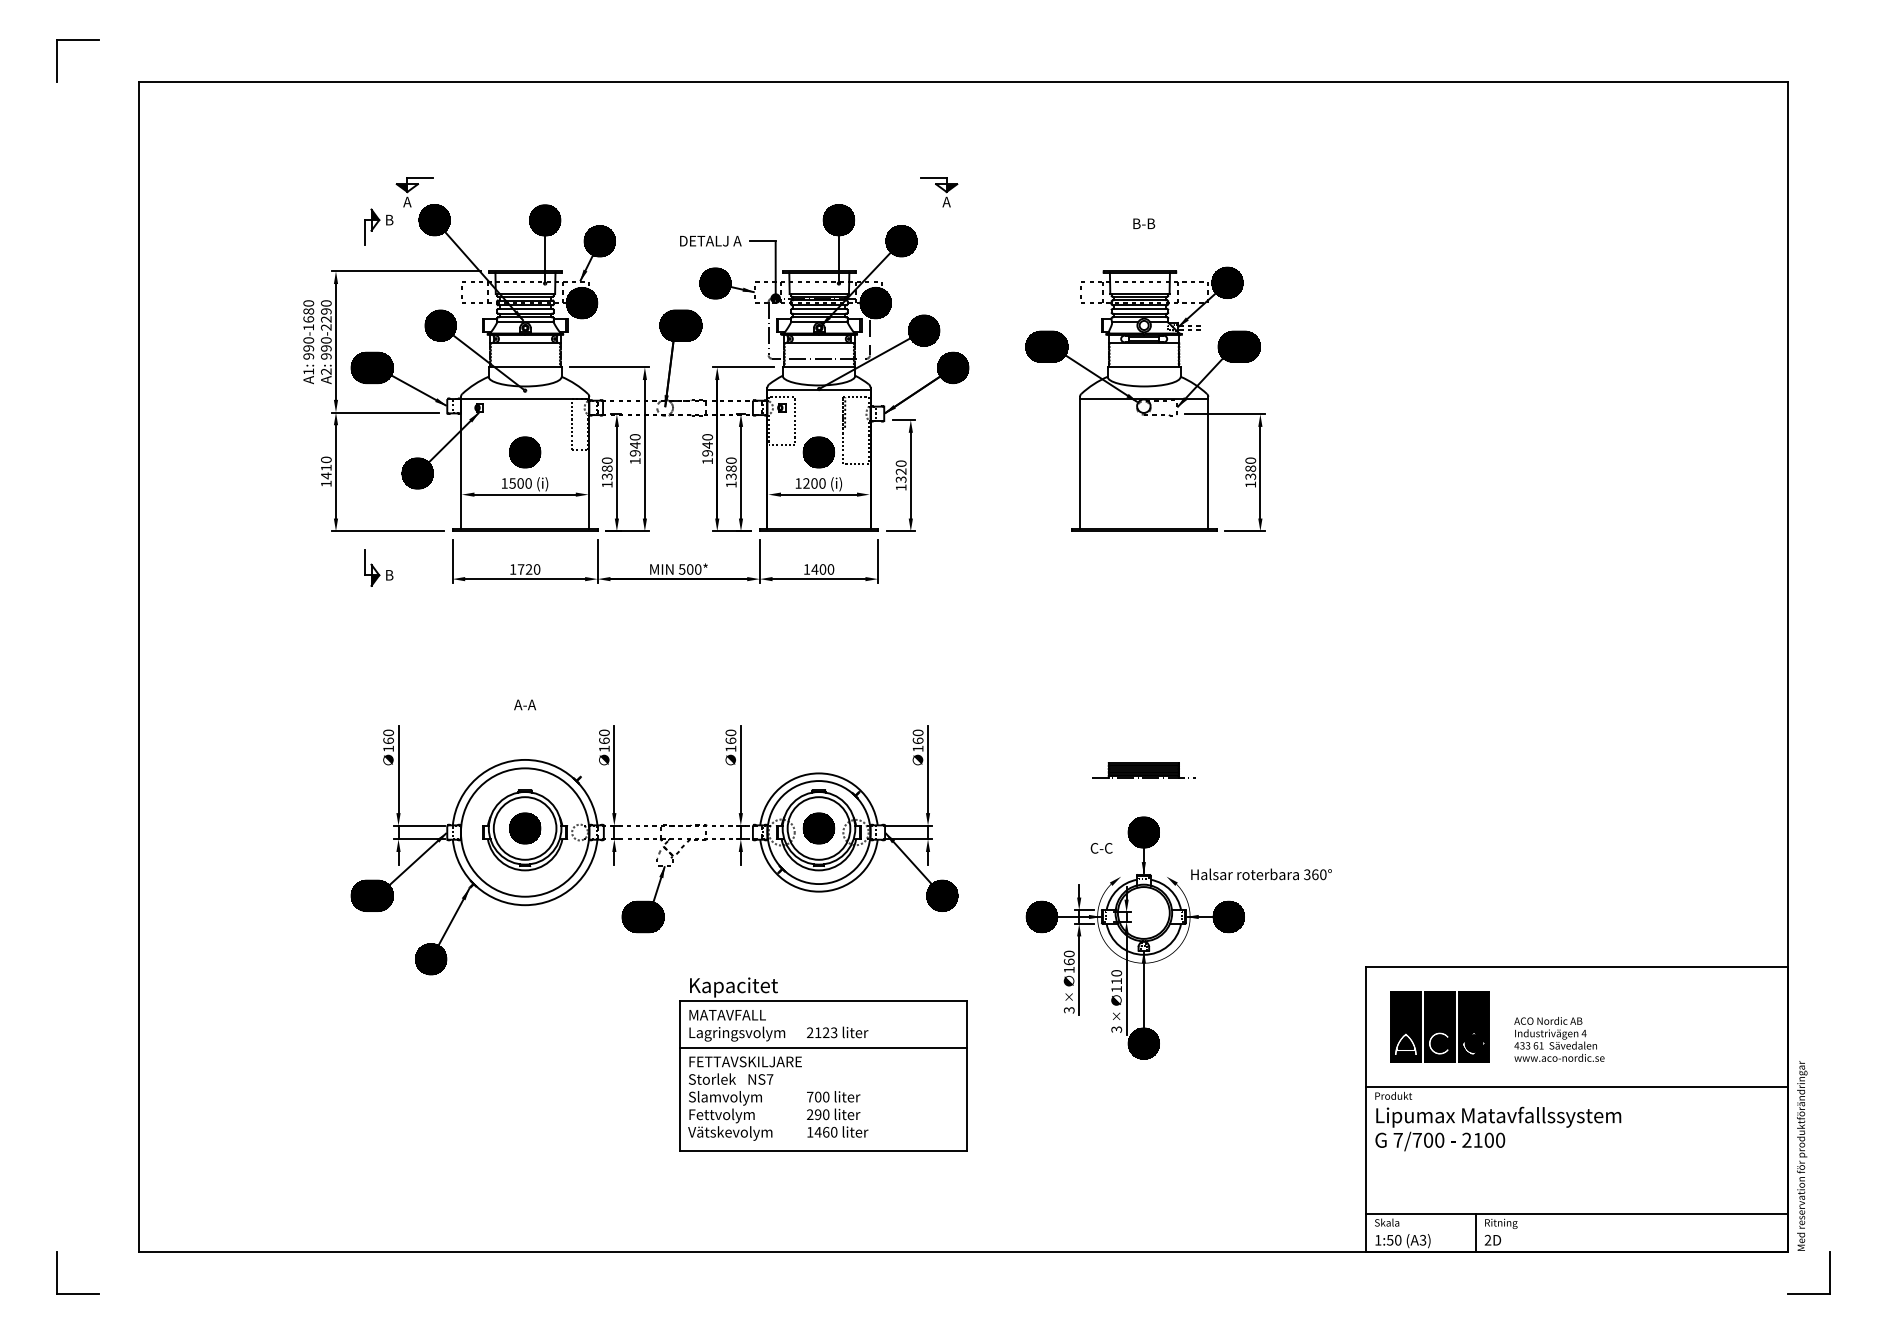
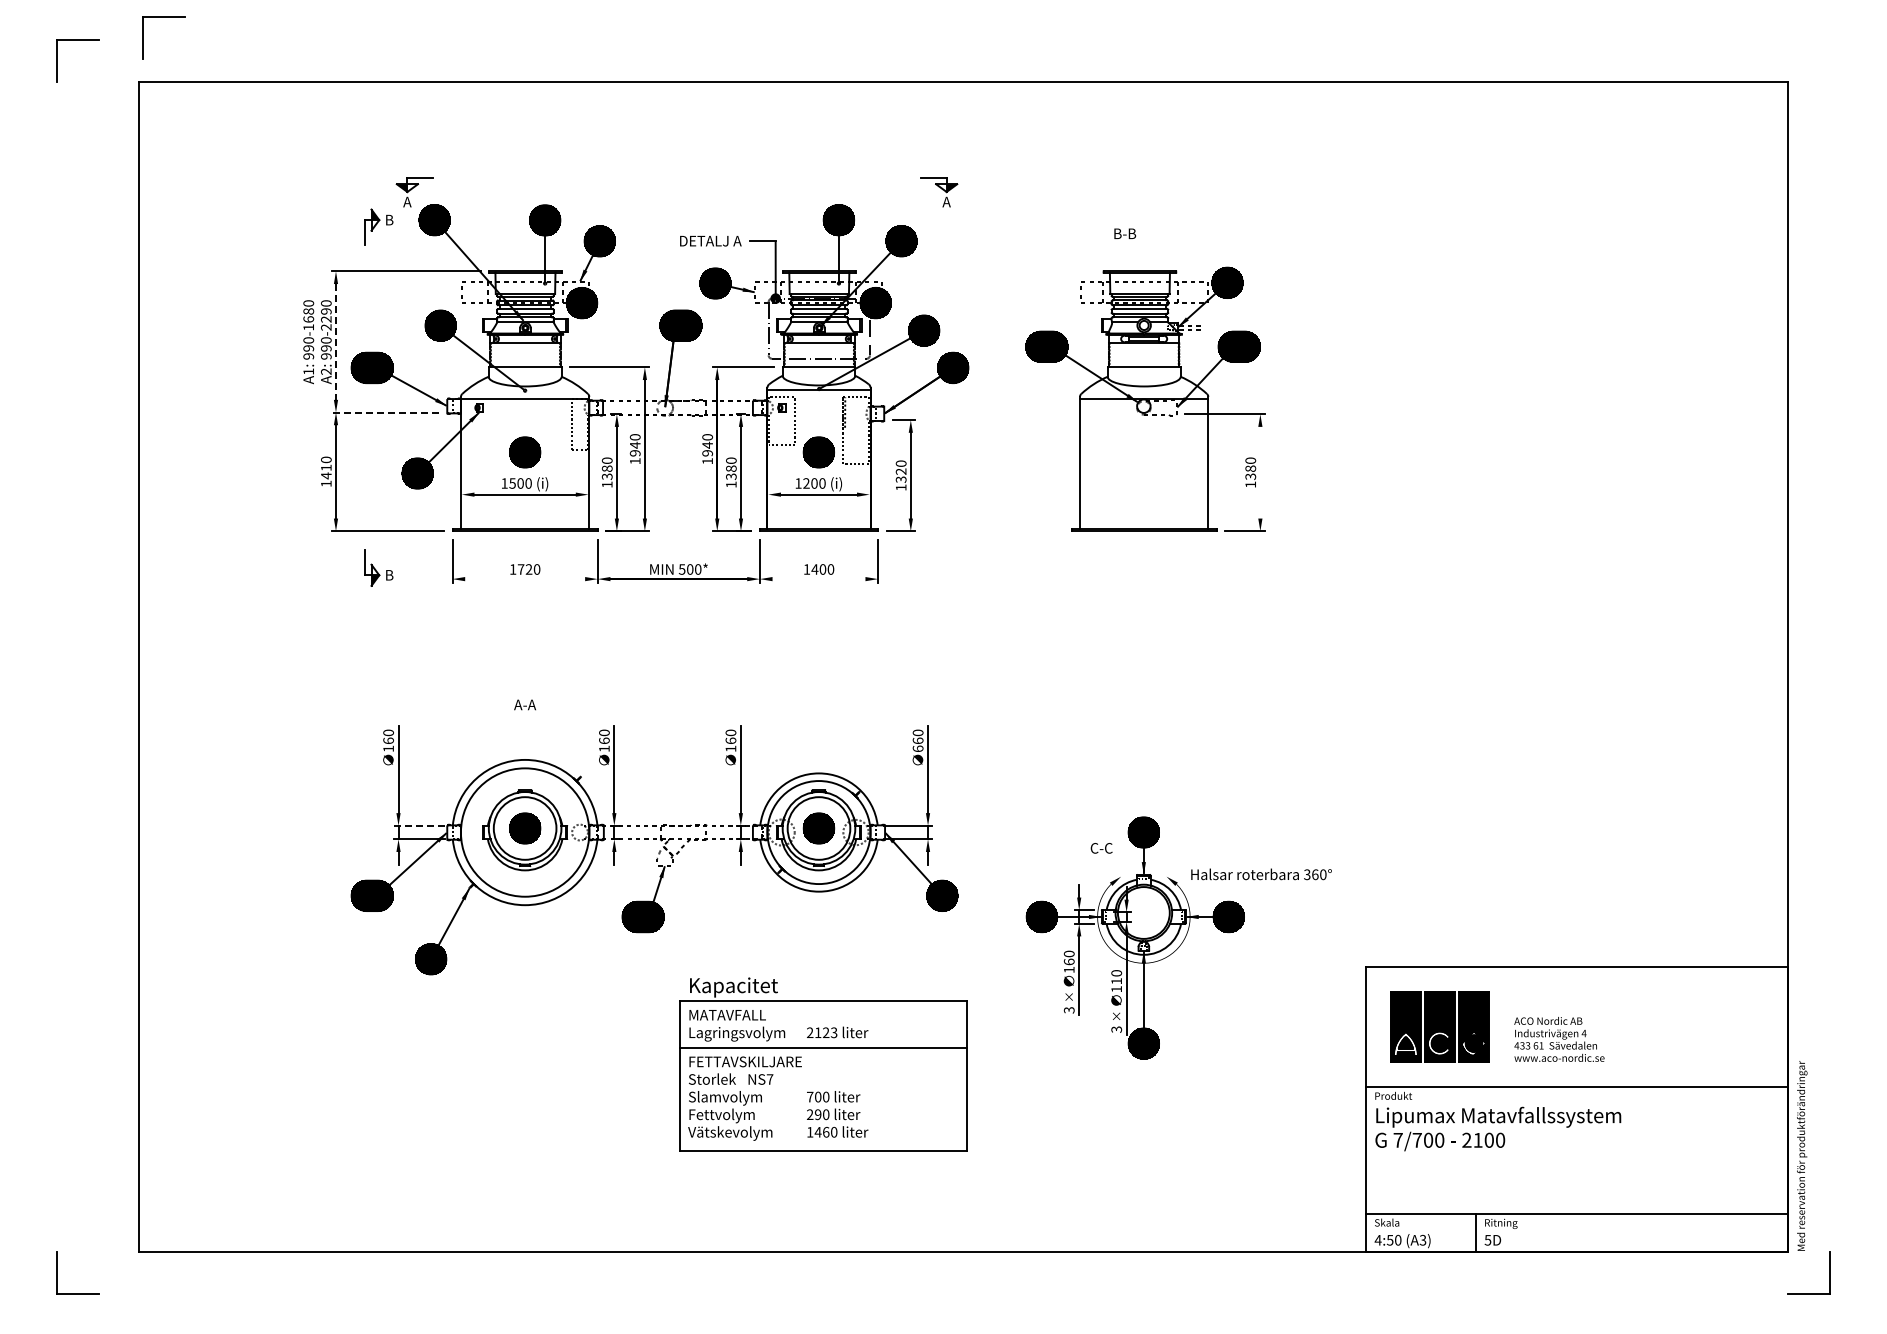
part at (163, 17): none -> present
text at (1144, 223) position: (1144, 223) -> (1125, 233)
line at (335, 341): solid -> dashed
line at (385, 412): solid -> dashed
line at (1260, 472): present -> none
line at (525, 579): present -> none
line at (818, 579): present -> none
text at (917, 748): 160 -> 660
part at (1143, 770): present -> none
line at (419, 825): solid -> dashed
text at (1487, 1239): 2D -> 5D
text at (1377, 1240): 1:50 -> 4:50
